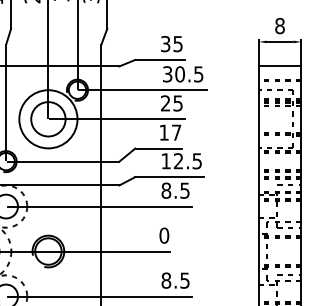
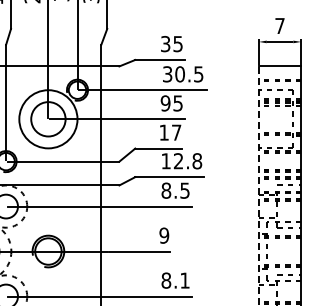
text at (279, 25): 8 -> 7
text at (165, 103): 25 -> 95
text at (197, 161): 12.5 -> 12.8
line at (258, 186): solid -> dashed
text at (164, 235): 0 -> 9
text at (184, 280): 8.5 -> 8.1
